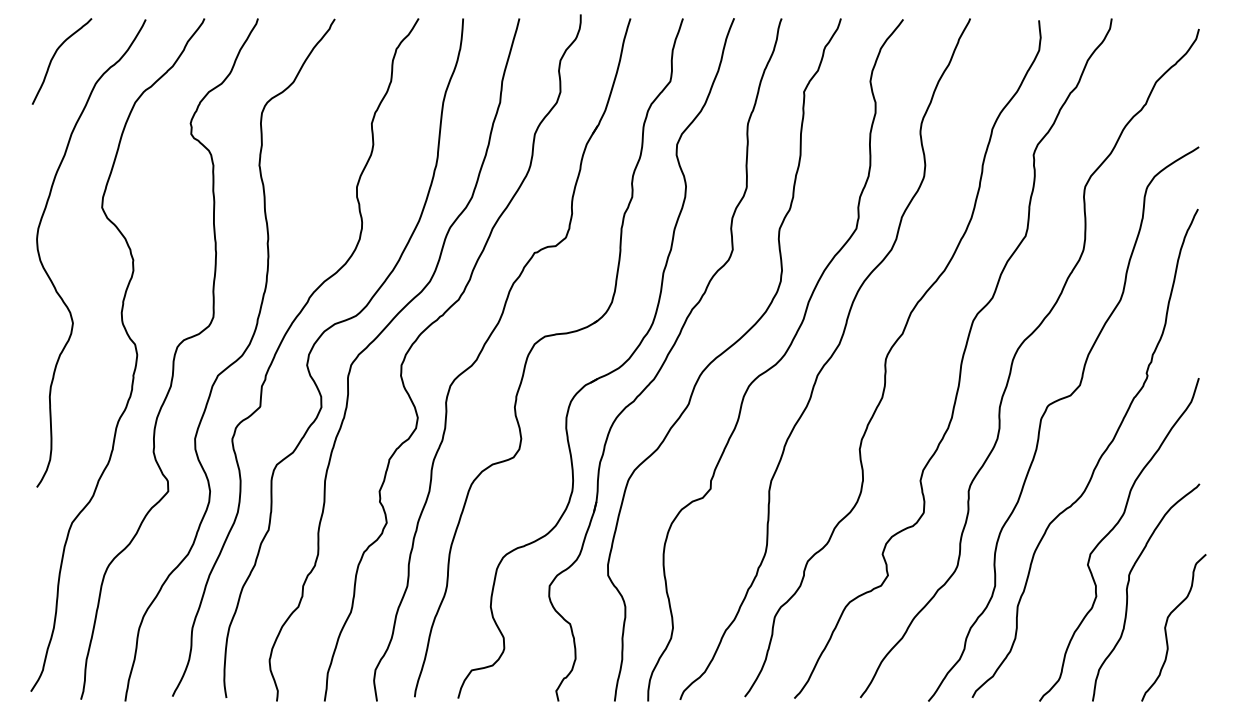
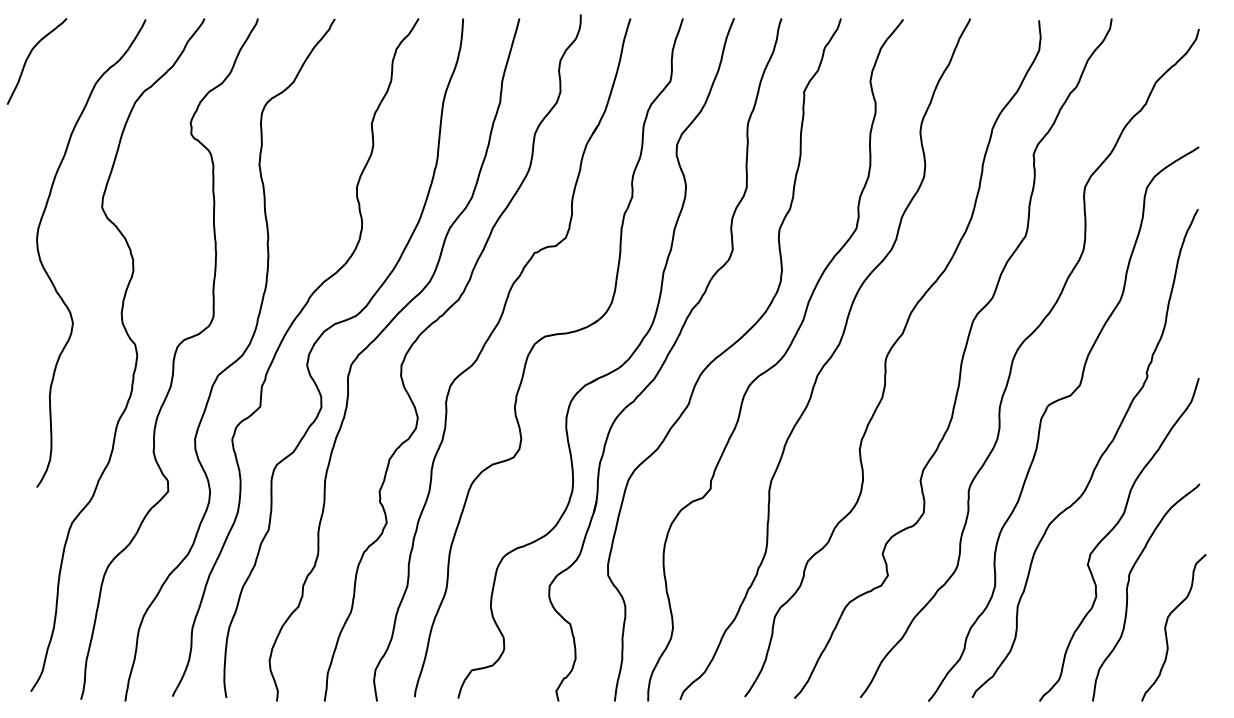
curve at (55, 55) position: (55, 55) -> (30, 55)
